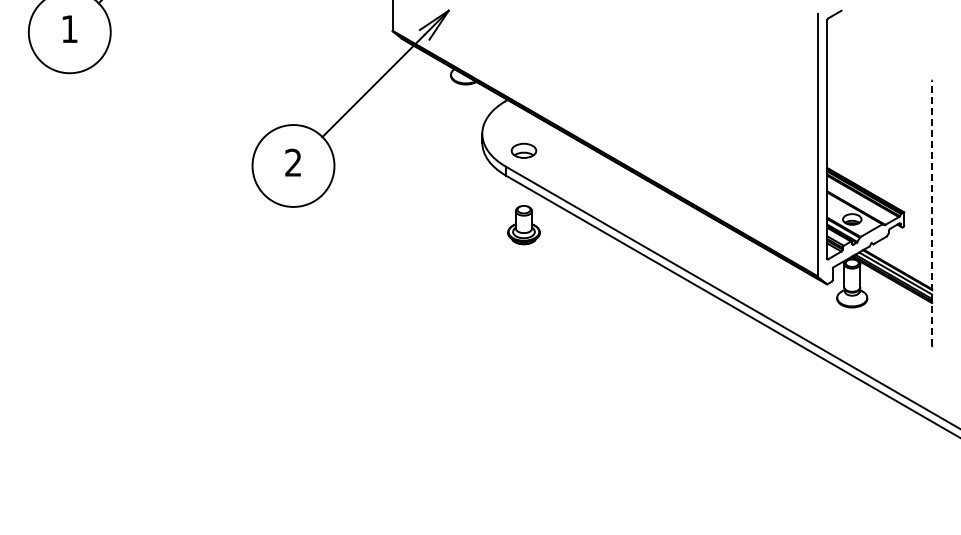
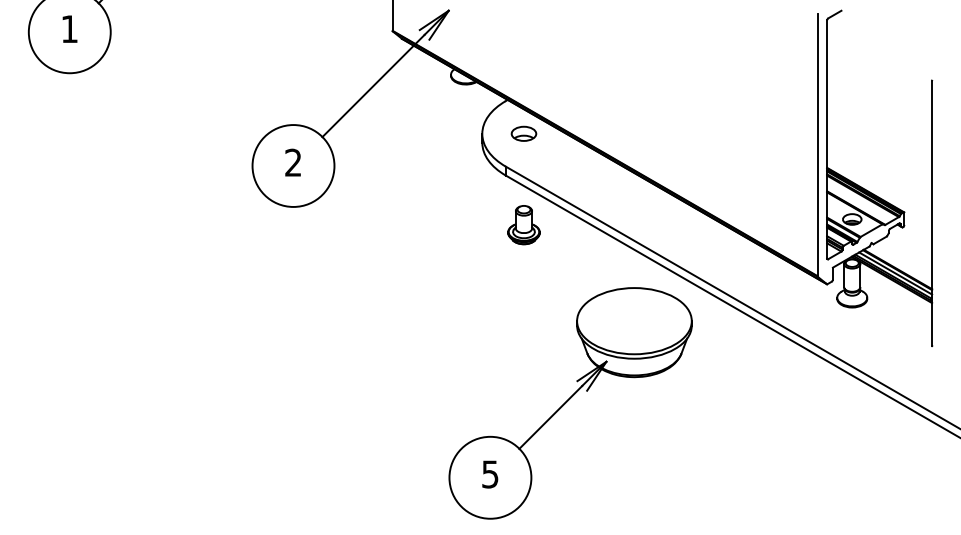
part at (523, 150) position: (523, 150) -> (523, 133)
line at (932, 212): dashed -> solid
part at (570, 403): none -> present
